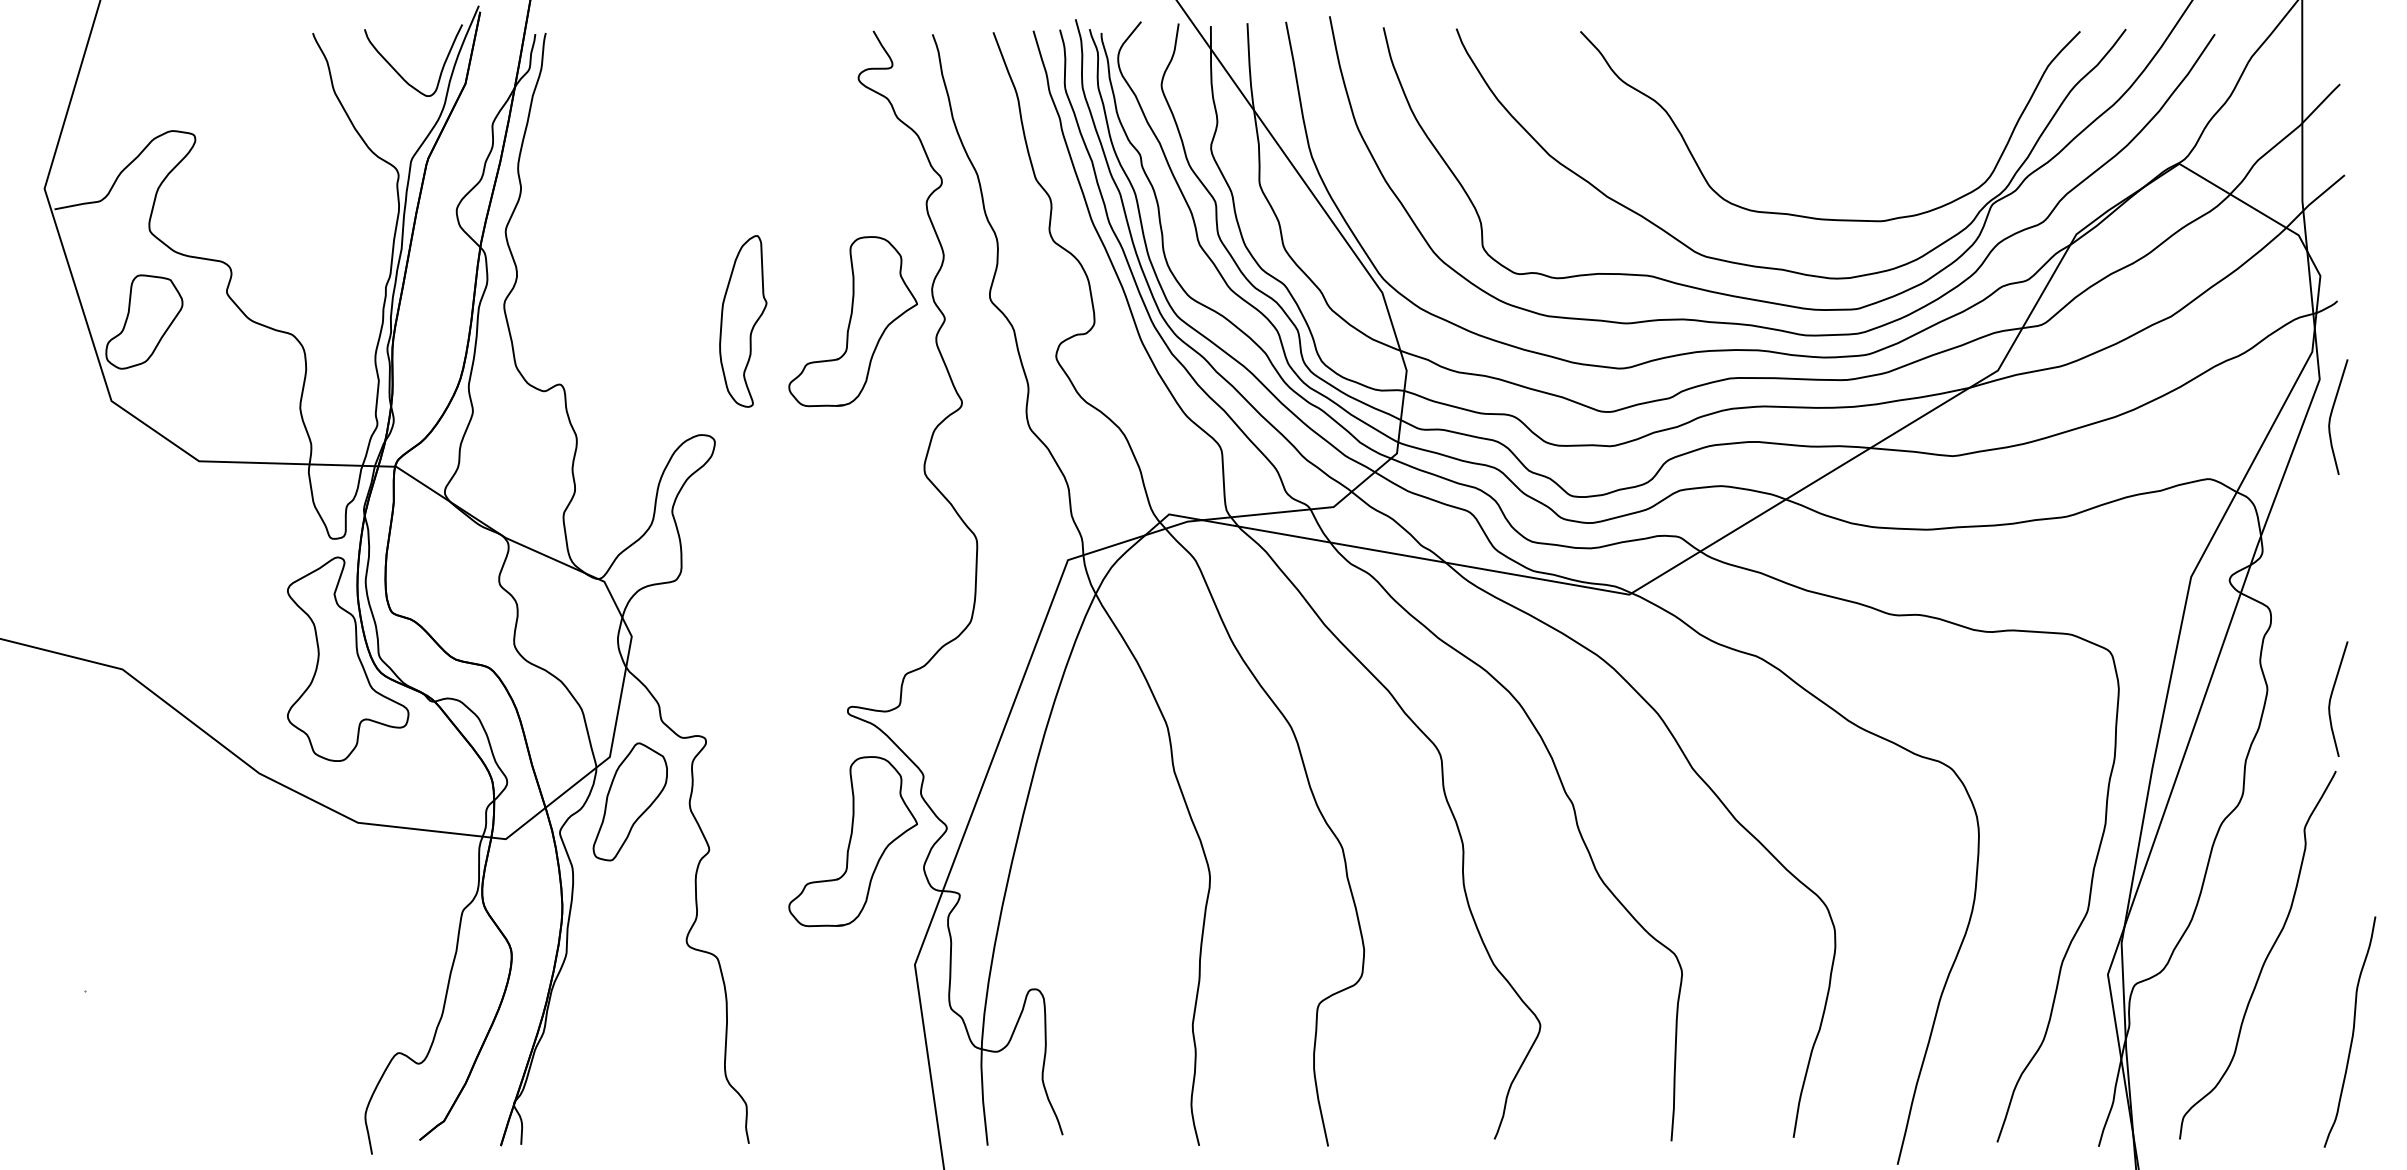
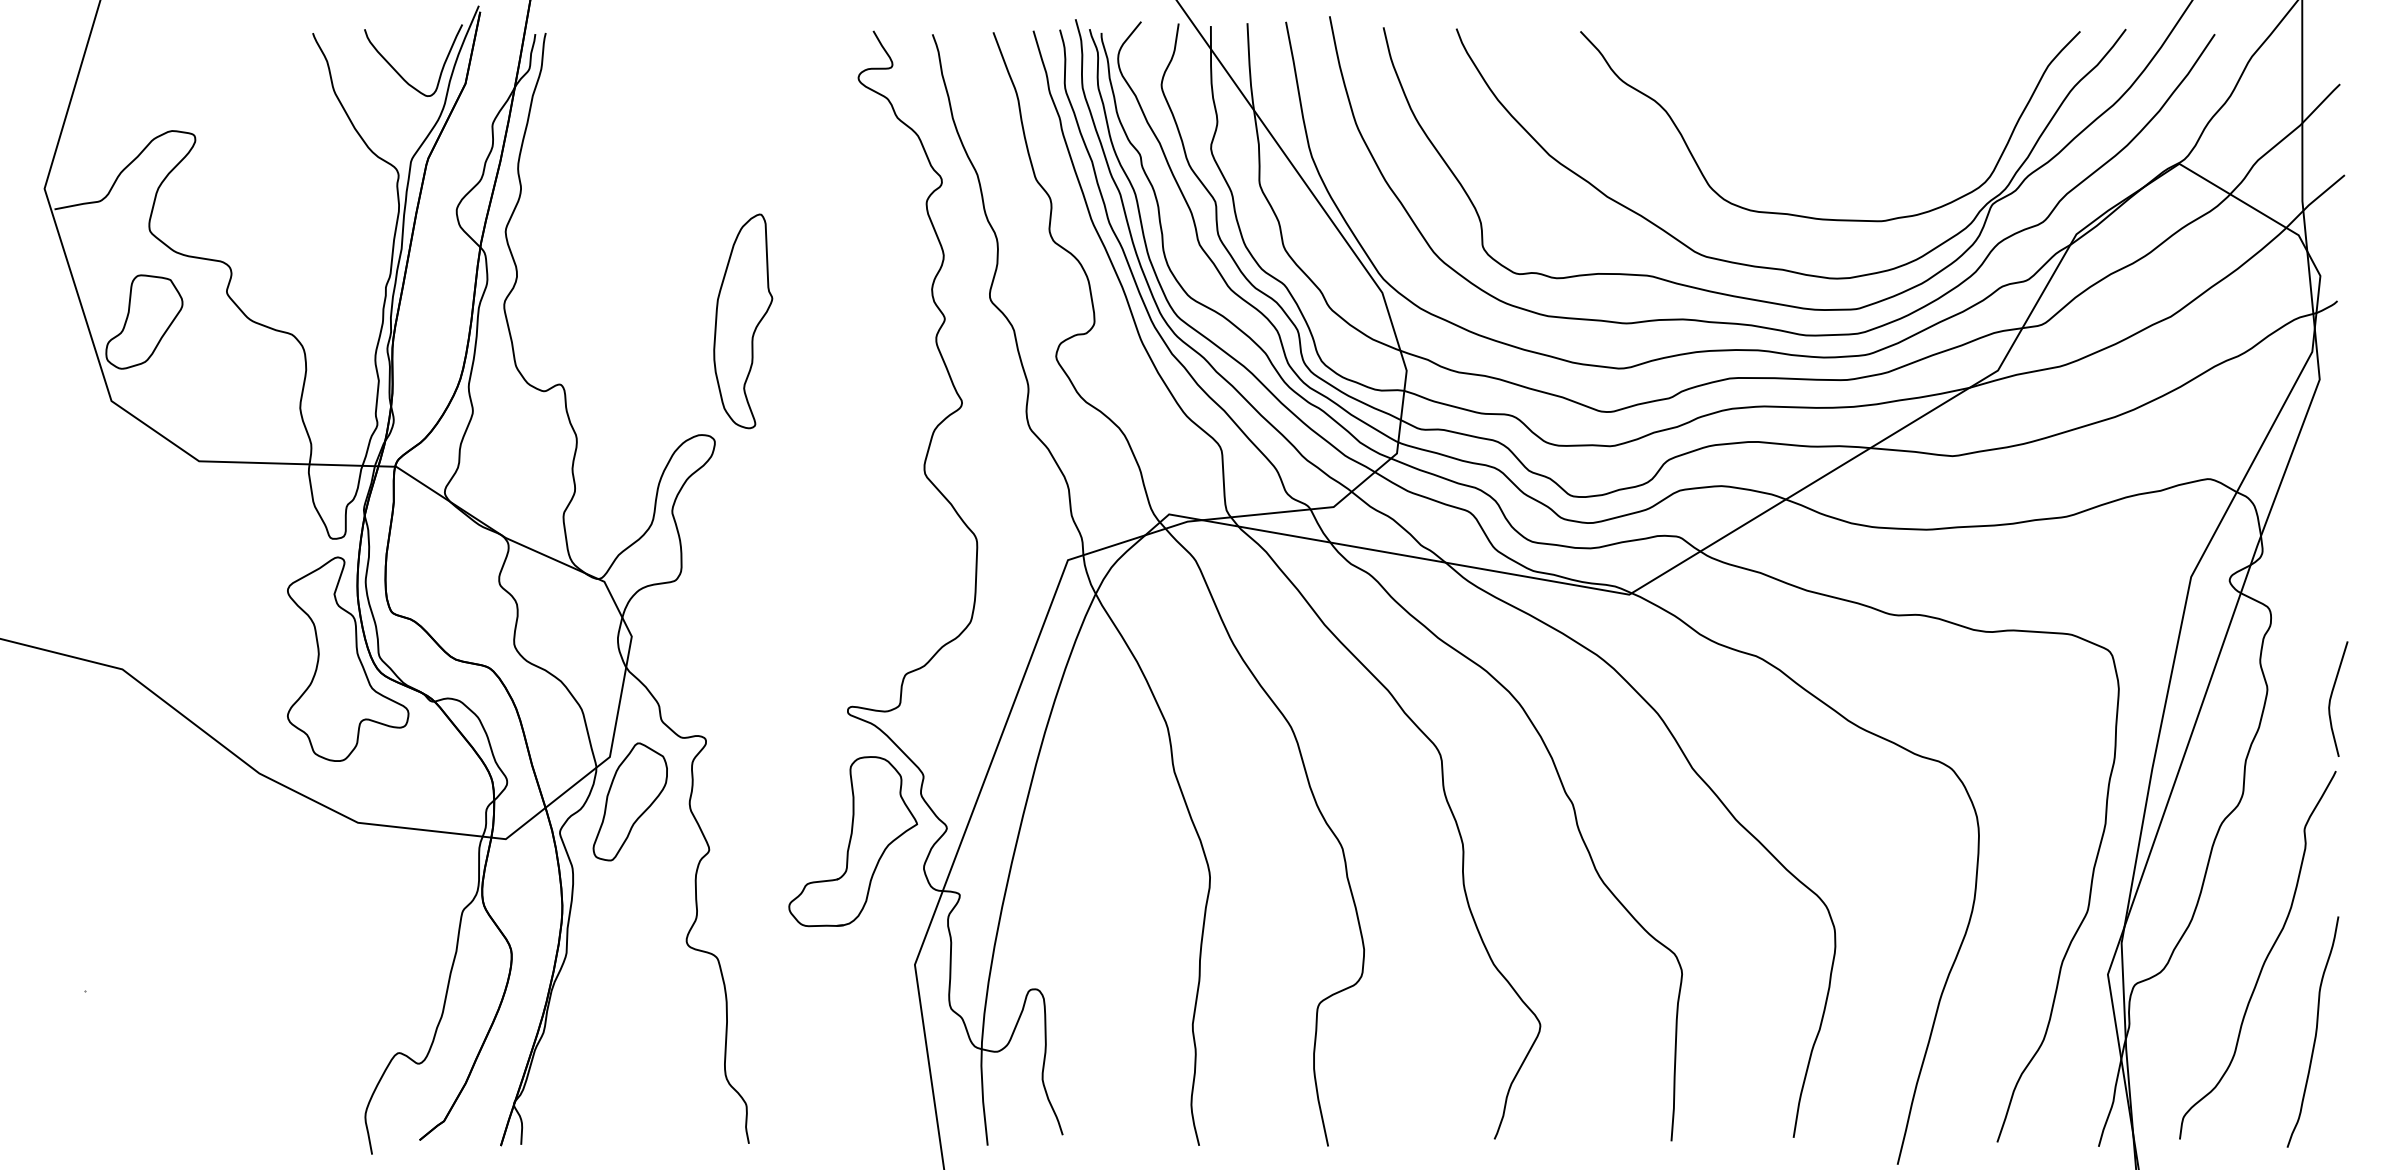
part at (743, 321) size: 49x173 px -> 61x217 px
part at (852, 321): present -> none
curve at (2332, 413): present -> none
curve at (2352, 1031) position: (2352, 1031) -> (2315, 1031)
